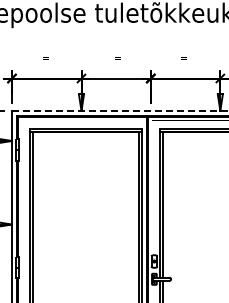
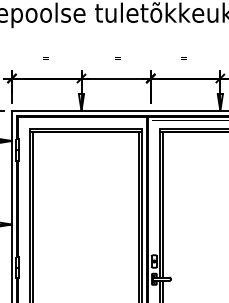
line at (120, 110): dashed -> solid
